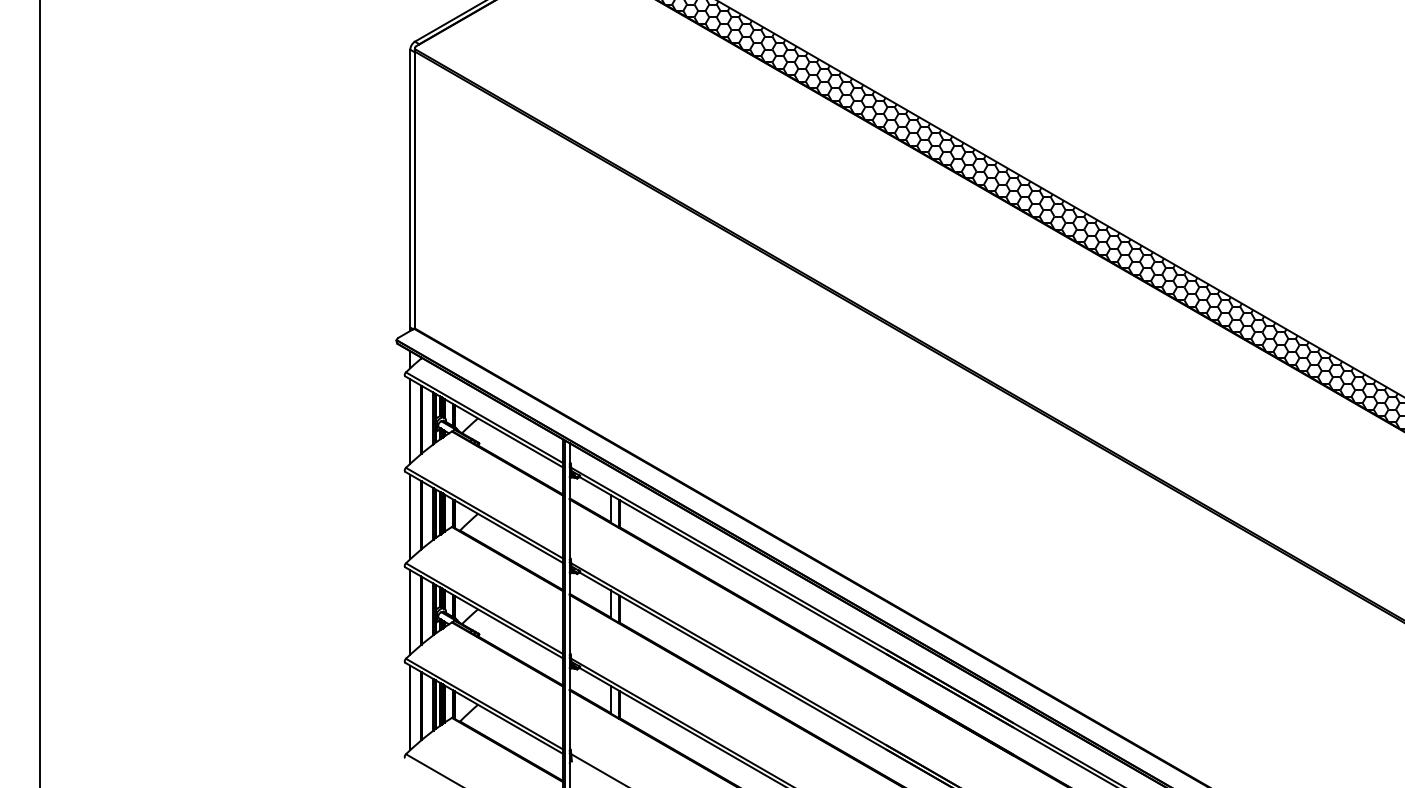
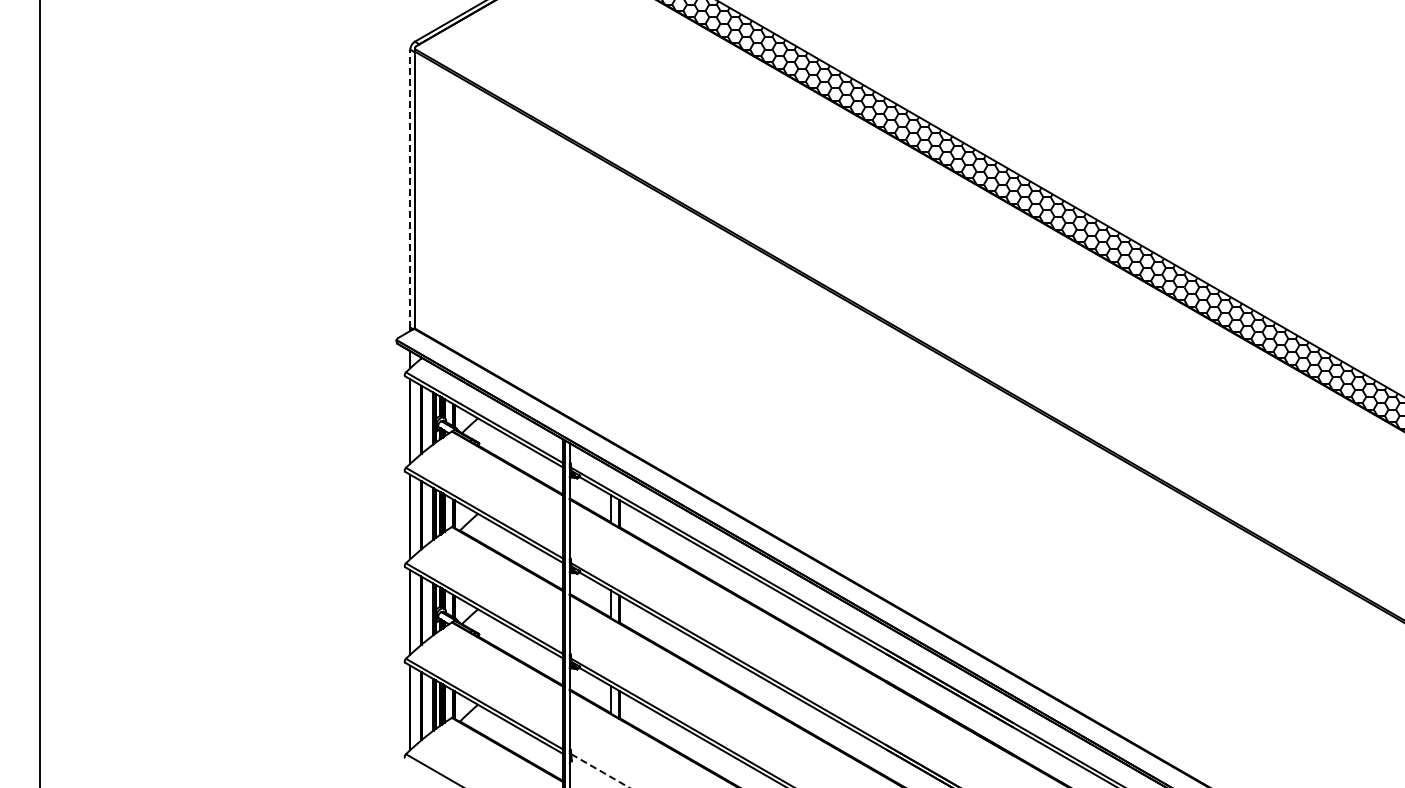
line at (410, 188): solid -> dashed
line at (600, 771): solid -> dashed
